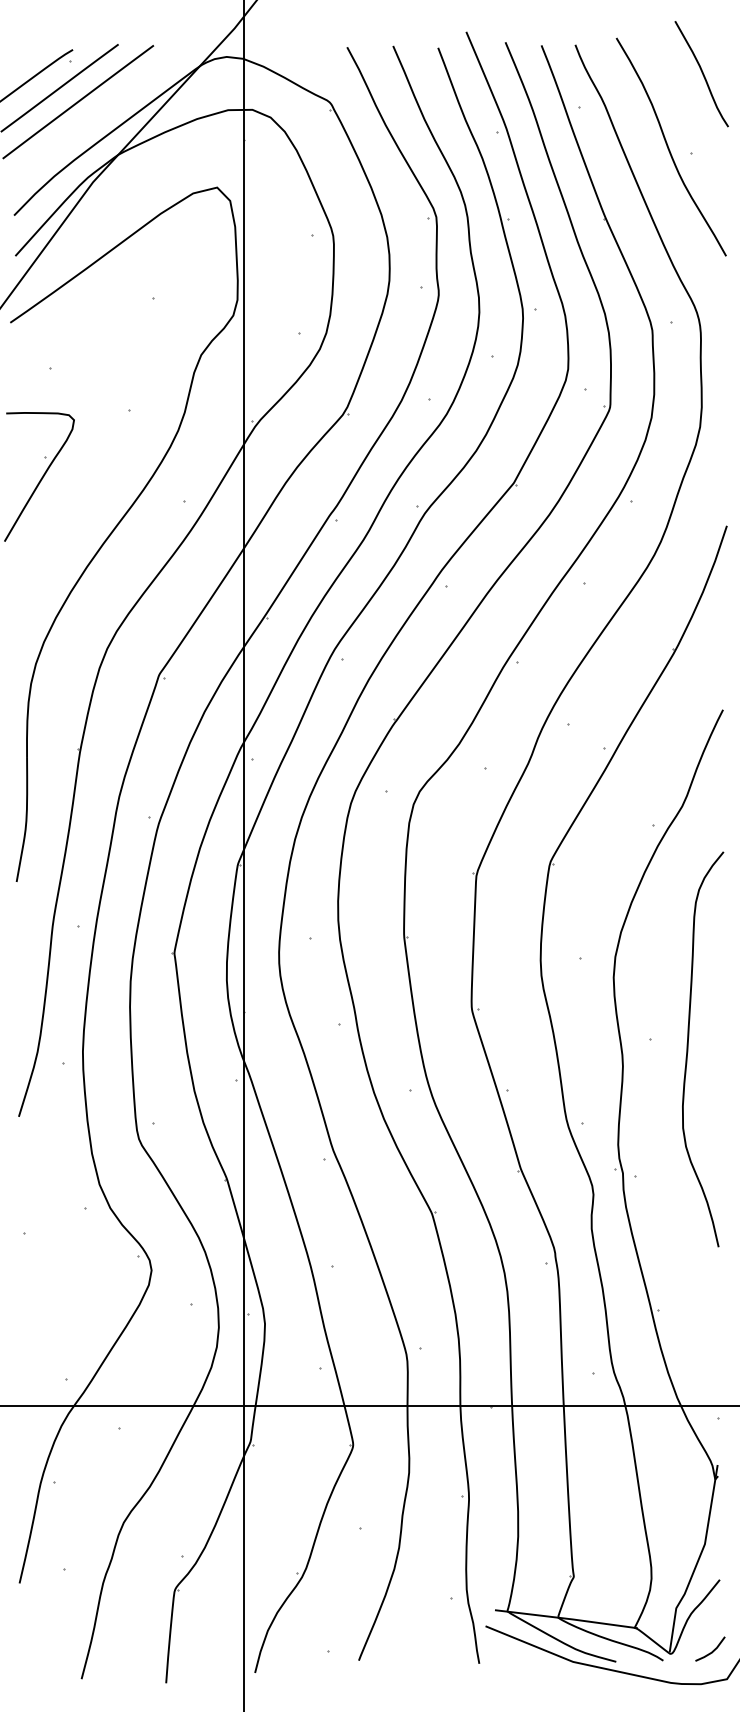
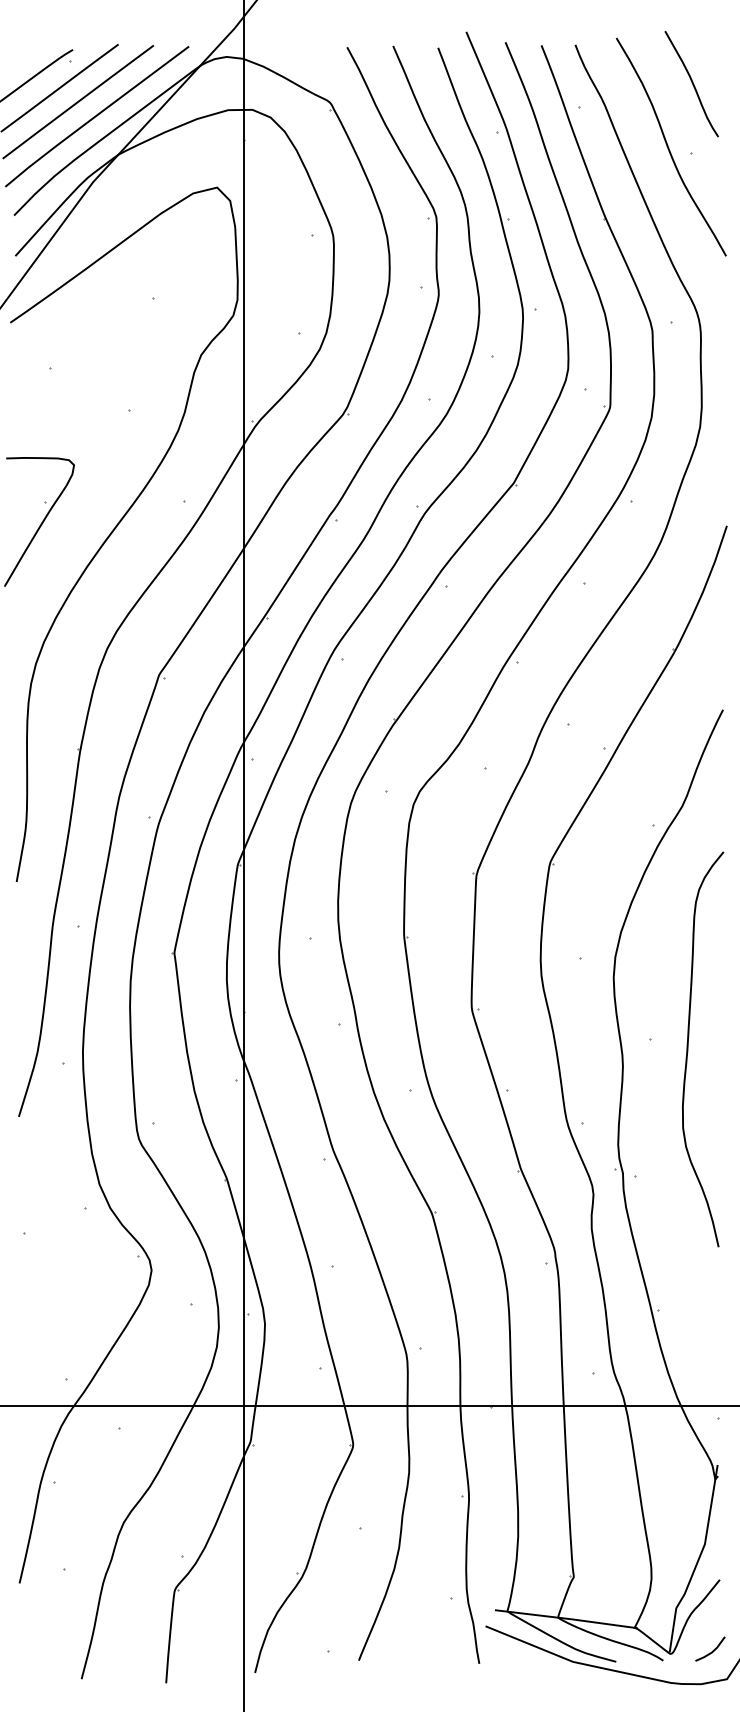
curve at (702, 74) position: (702, 74) -> (692, 84)
curve at (97, 116): none -> present
part at (39, 476) position: (39, 476) -> (39, 521)
